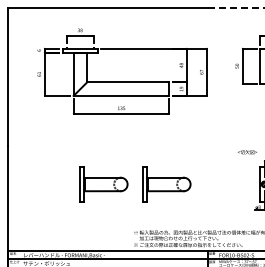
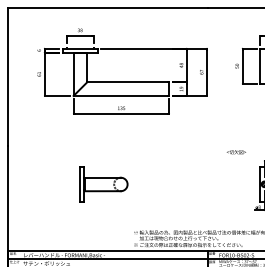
line at (236, 8): dashed -> solid
text at (246, 152) position: (246, 152) -> (235, 152)
part at (166, 184): present -> none
